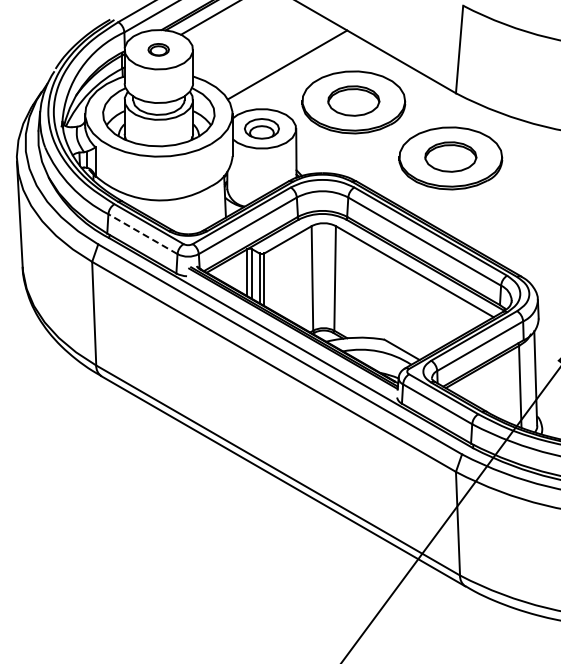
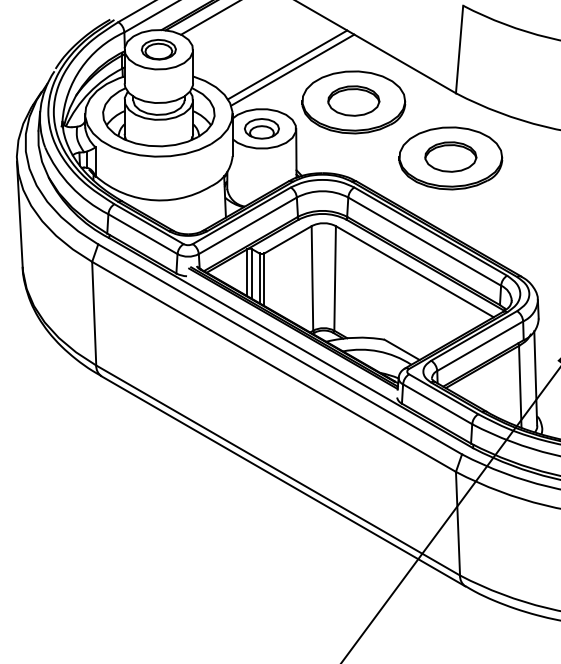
part at (158, 49) size: 23x14 px -> 37x22 px
line at (292, 69): none -> present
line at (142, 234): dashed -> solid
